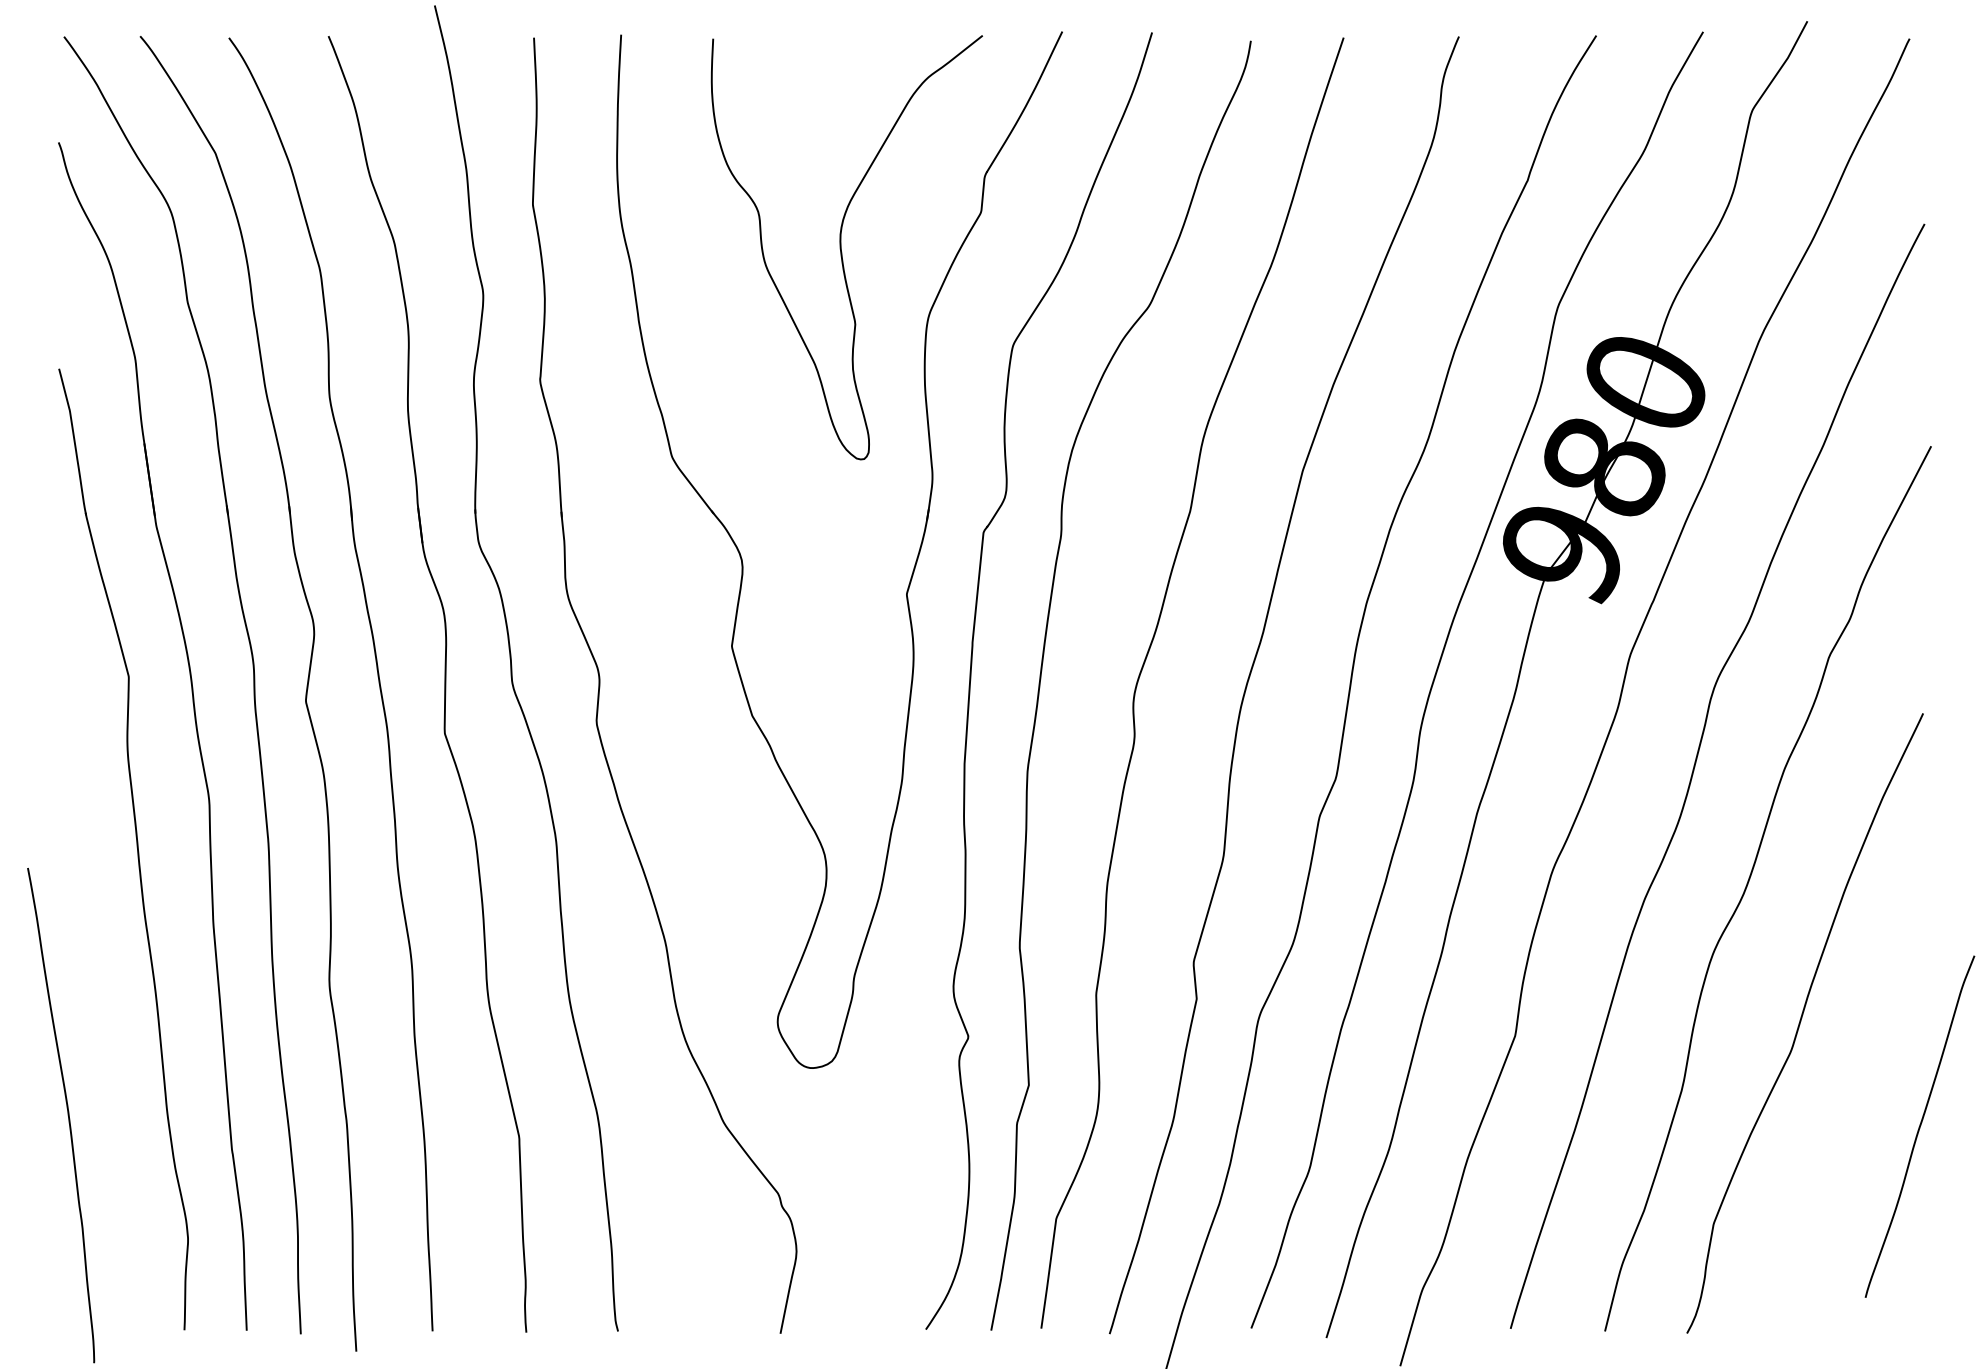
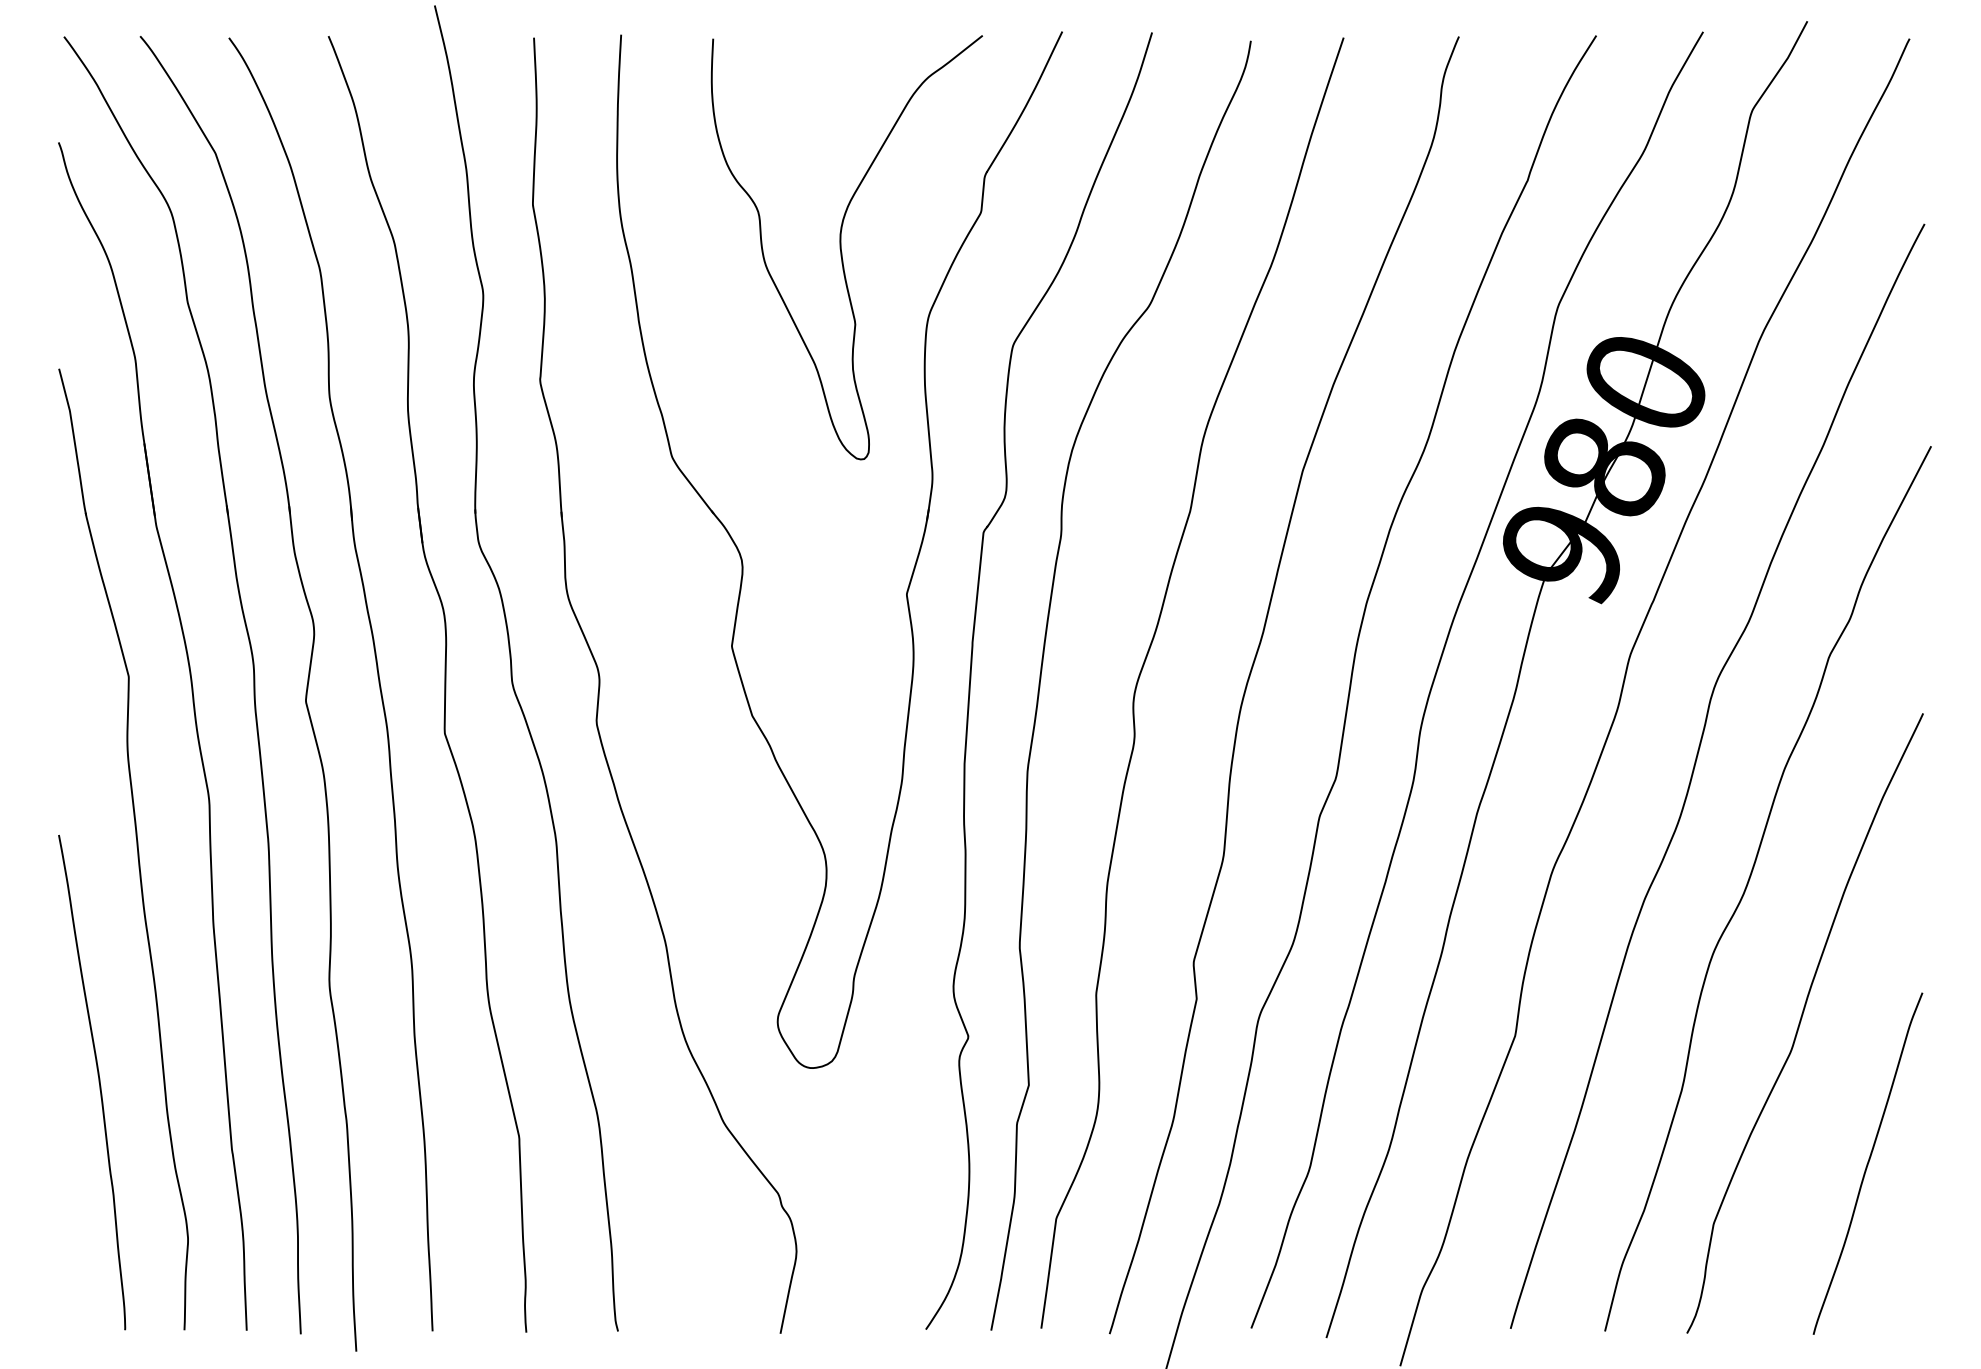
curve at (67, 1115) position: (67, 1115) -> (98, 1082)
curve at (1919, 1126) position: (1919, 1126) -> (1867, 1163)
